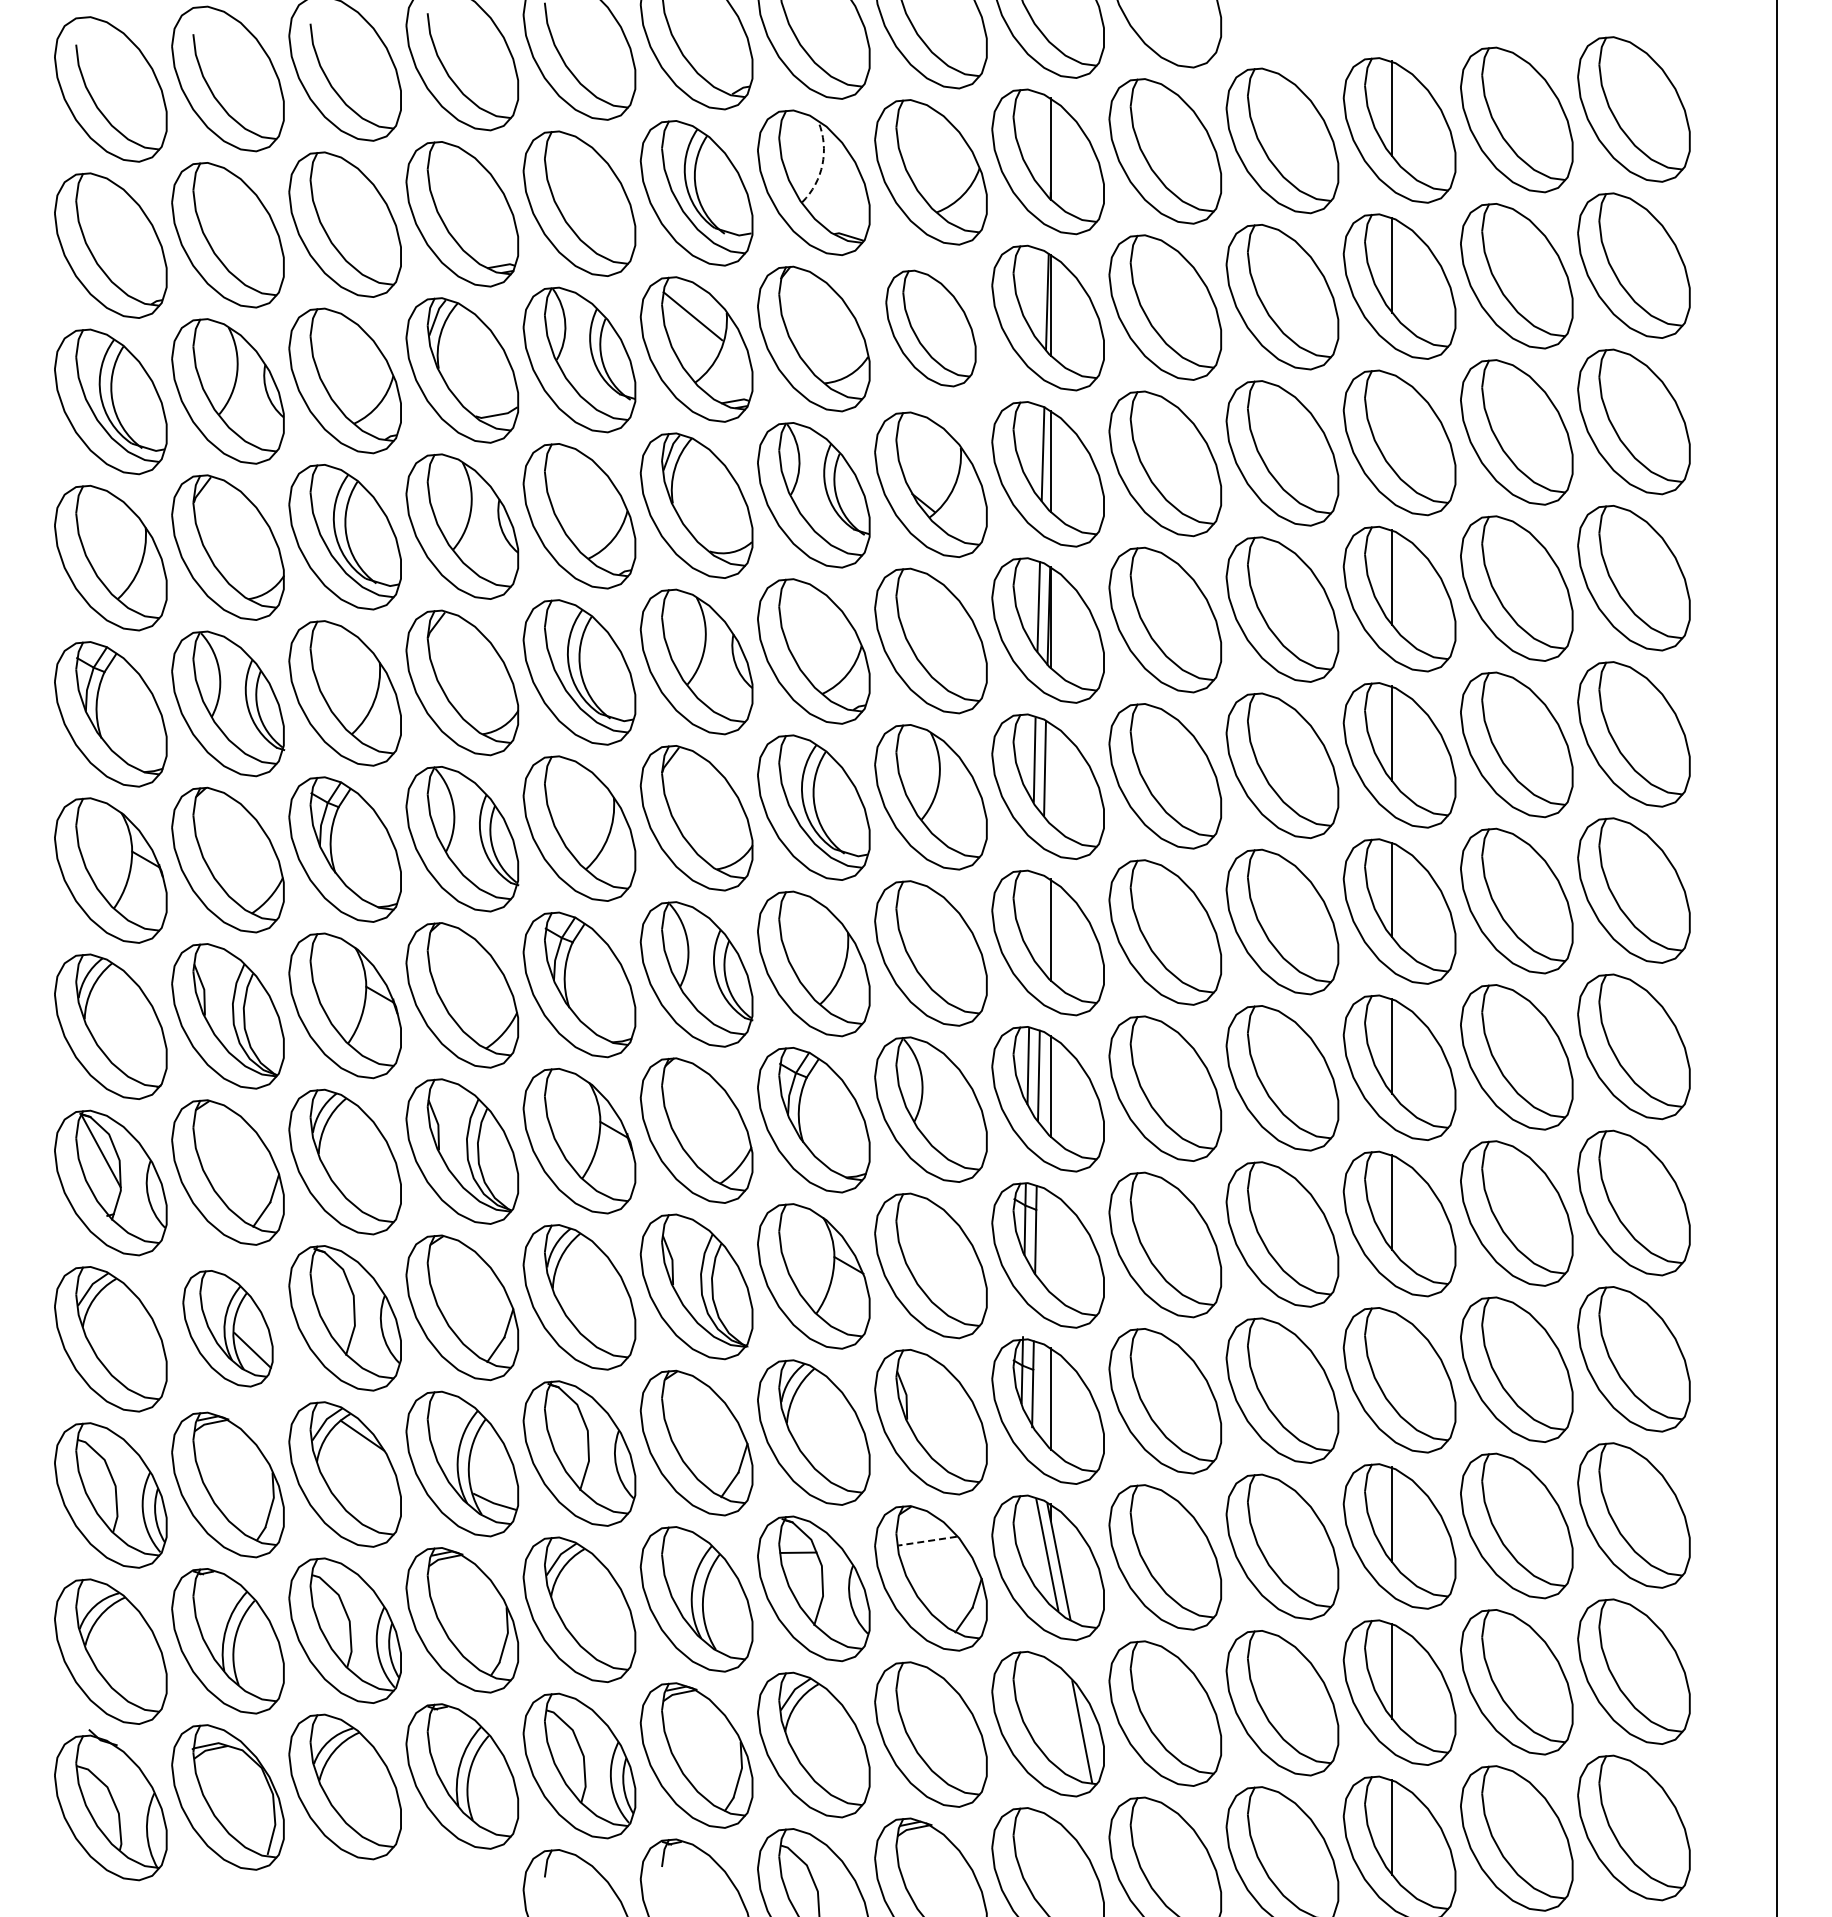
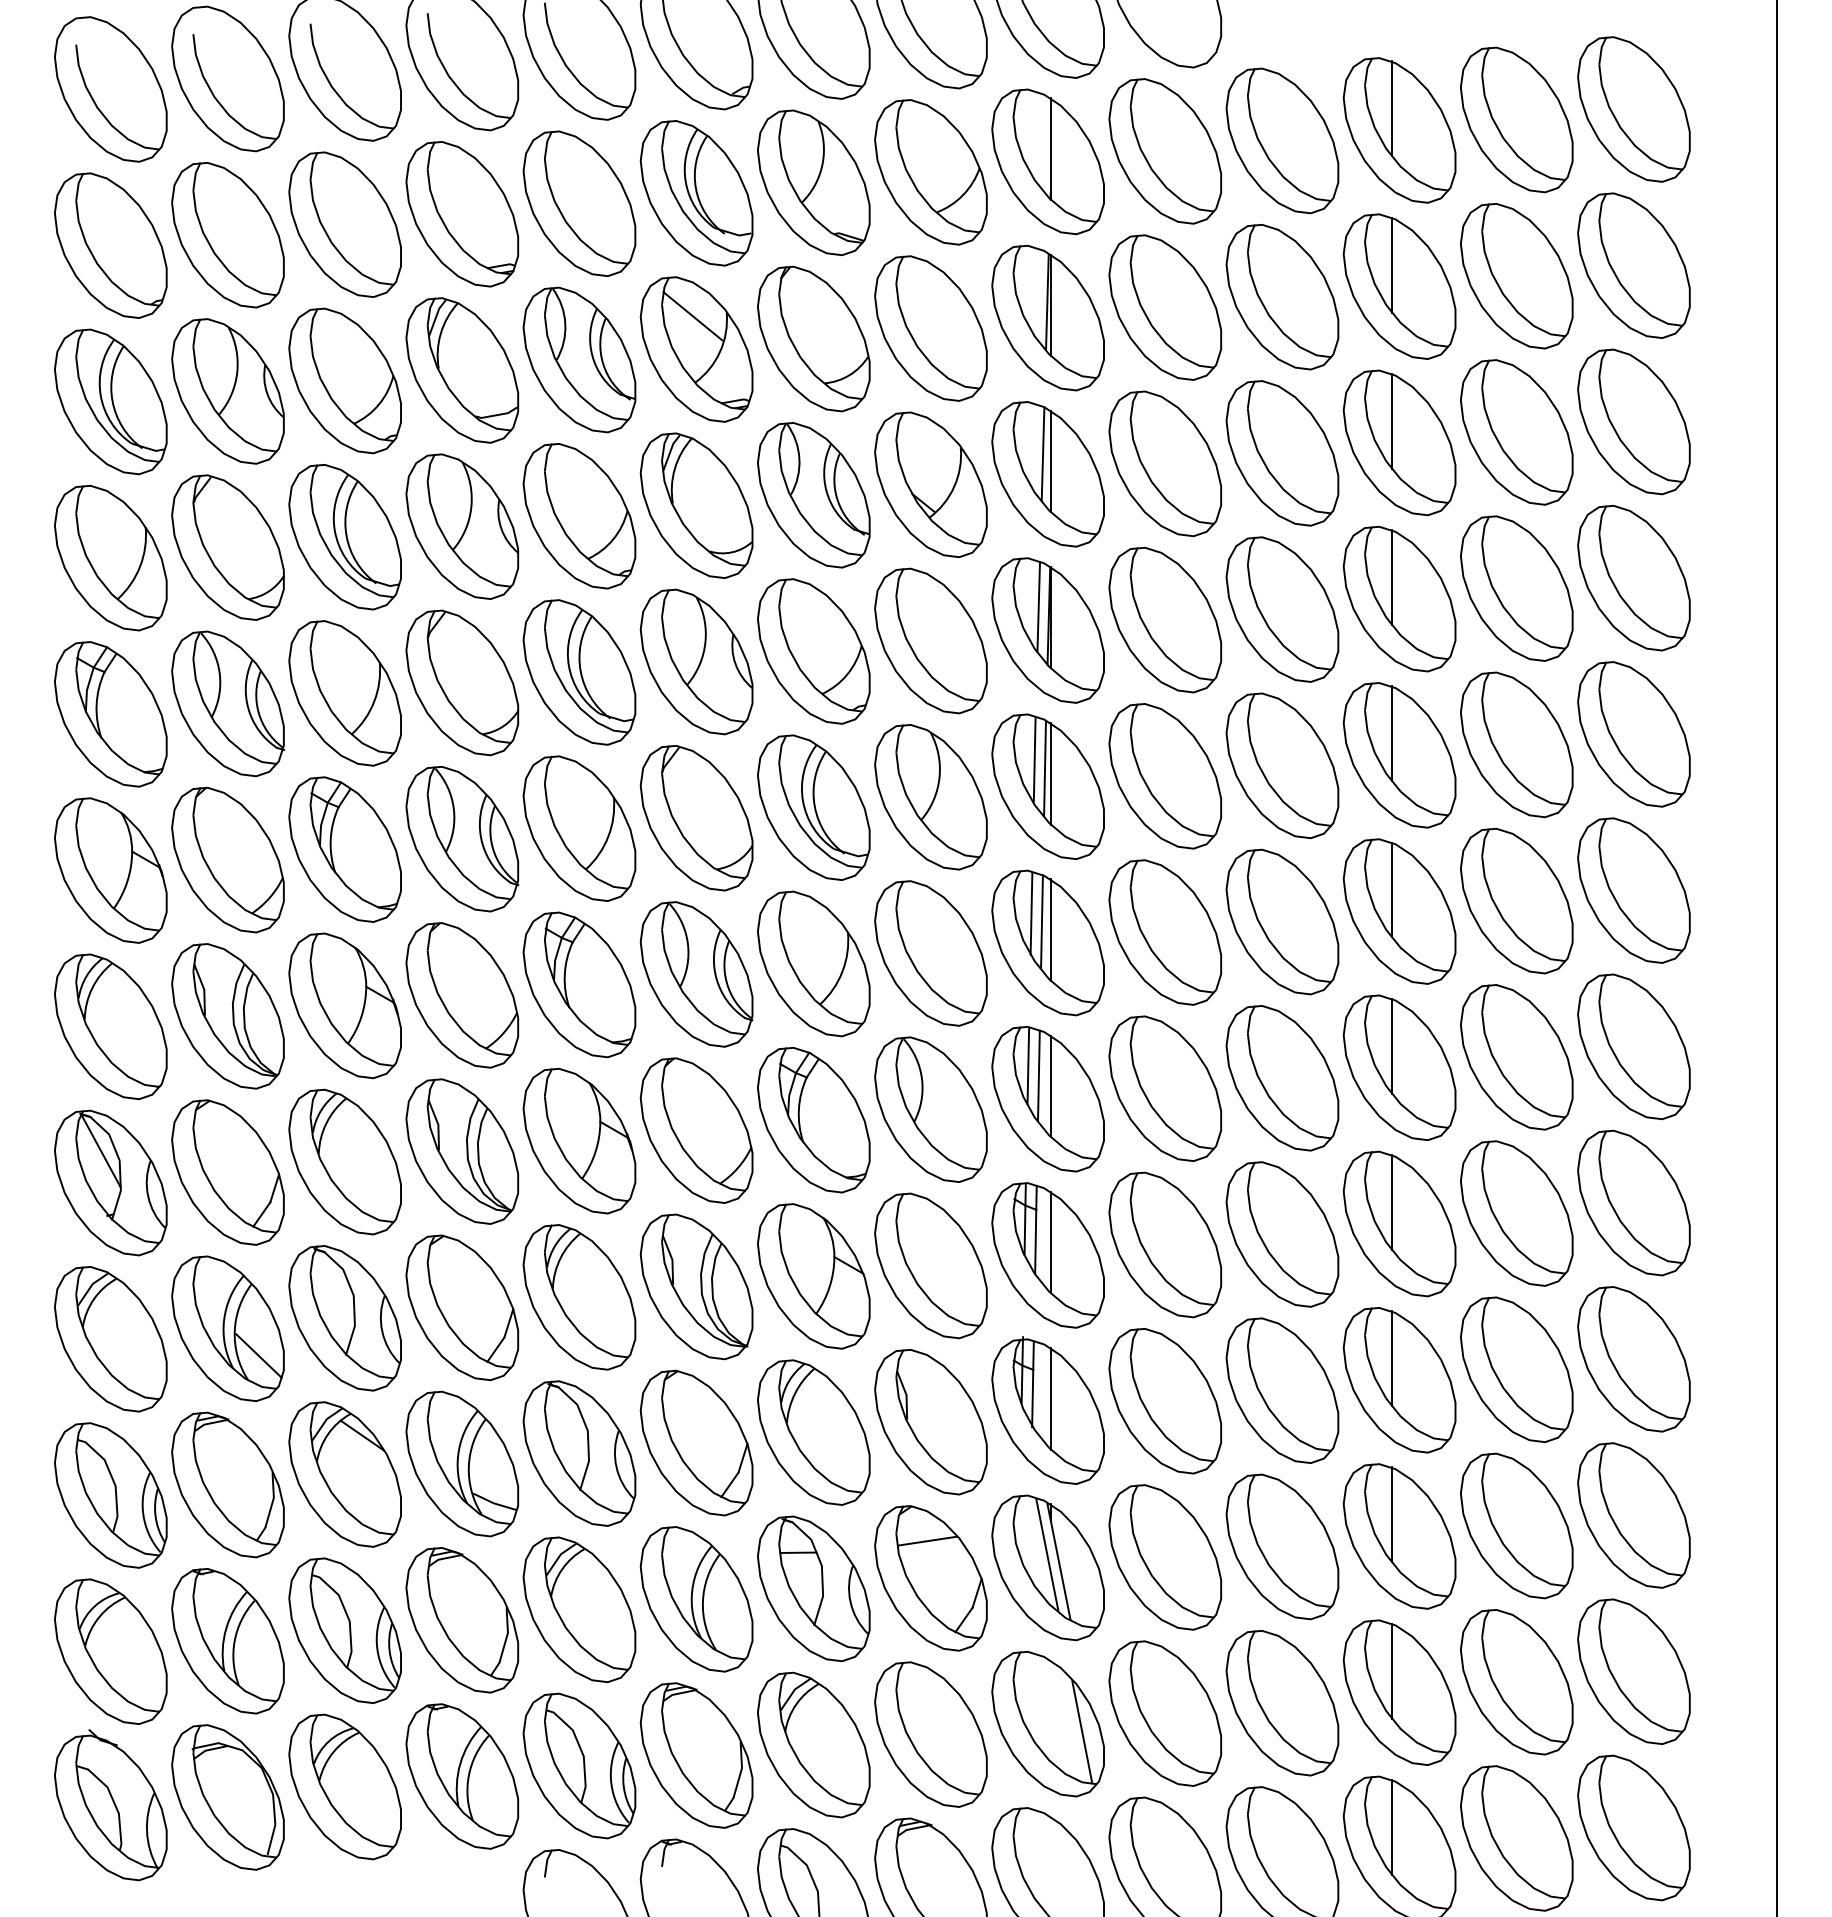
arc at (822, 164): dashed -> solid
part at (930, 328) size: 92x119 px -> 114x147 px
line at (1391, 420): none -> present
line at (1050, 773): none -> present
line at (1031, 913): none -> present
line at (1041, 921): none -> present
line at (1050, 1242): none -> present
part at (227, 1328) size: 92x118 px -> 114x147 px
line at (1391, 1358): none -> present
line at (927, 1541): dashed -> solid
